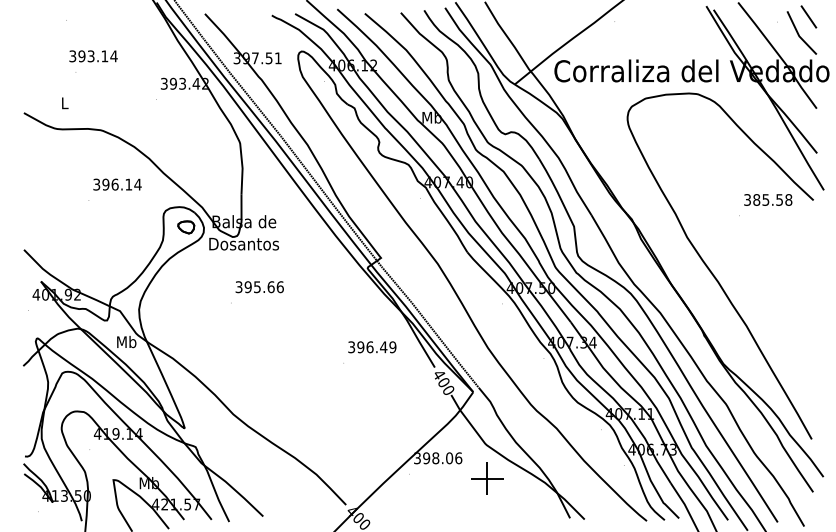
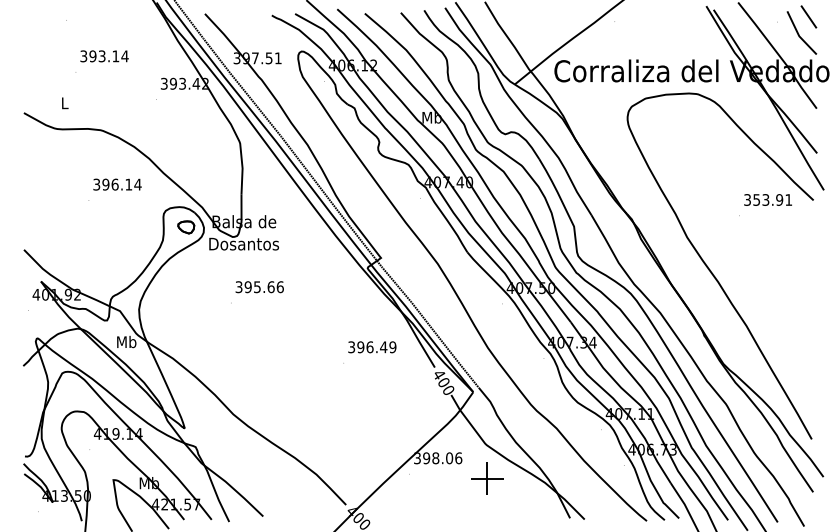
text at (93, 56) position: (93, 56) -> (104, 56)
text at (772, 199): 385.58 -> 353.91
